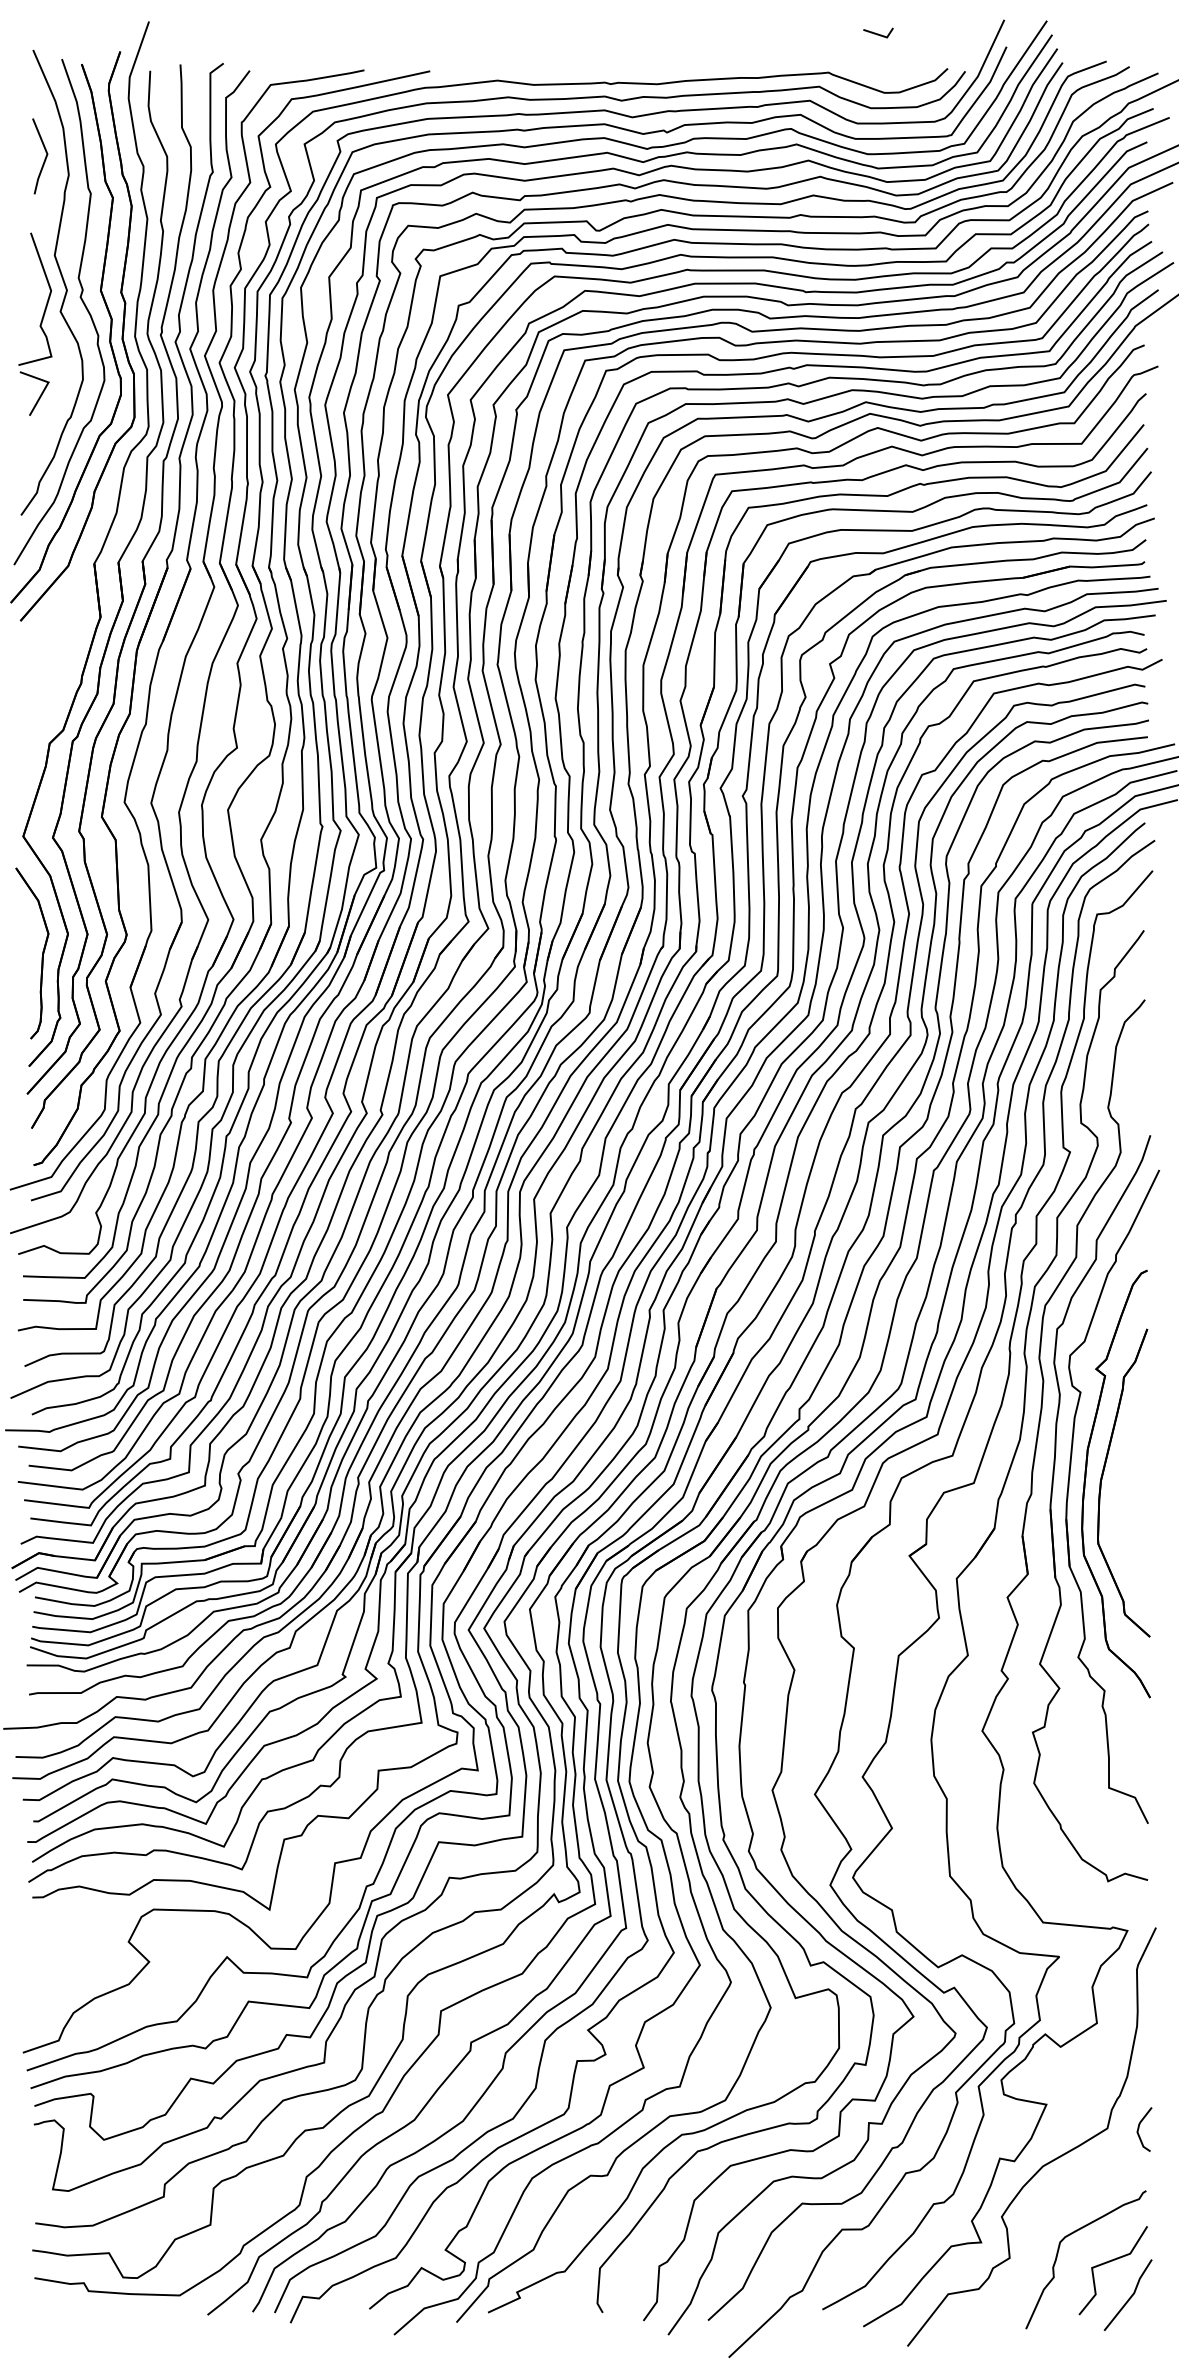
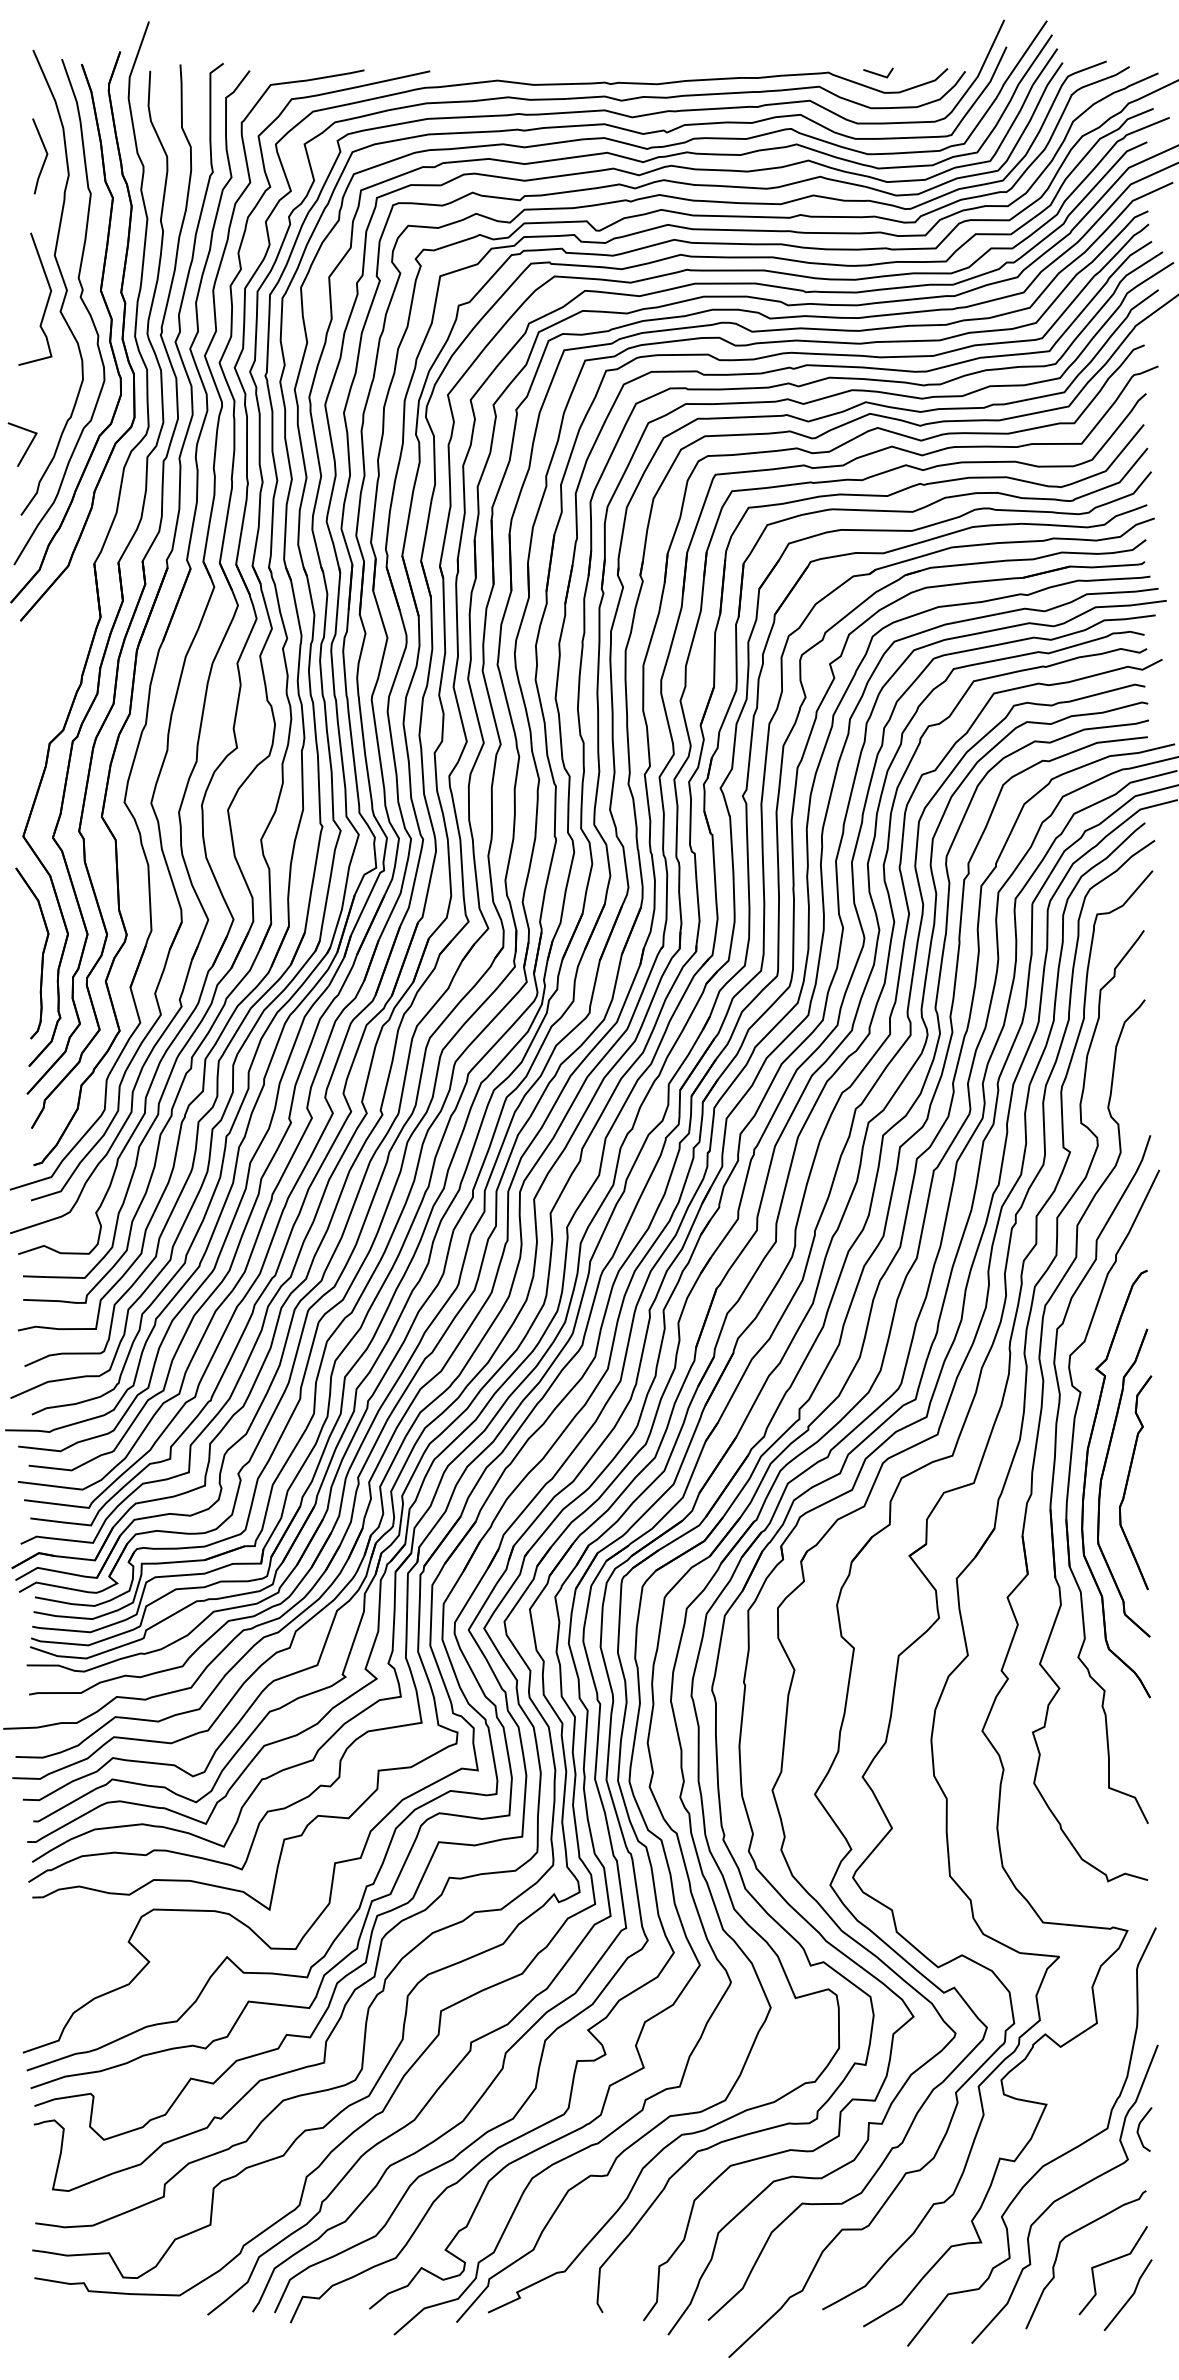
line at (878, 33) position: (878, 33) -> (878, 73)
line at (39, 396) position: (39, 396) -> (27, 447)
part at (1128, 1481): none -> present
curve at (1064, 2194): none -> present
